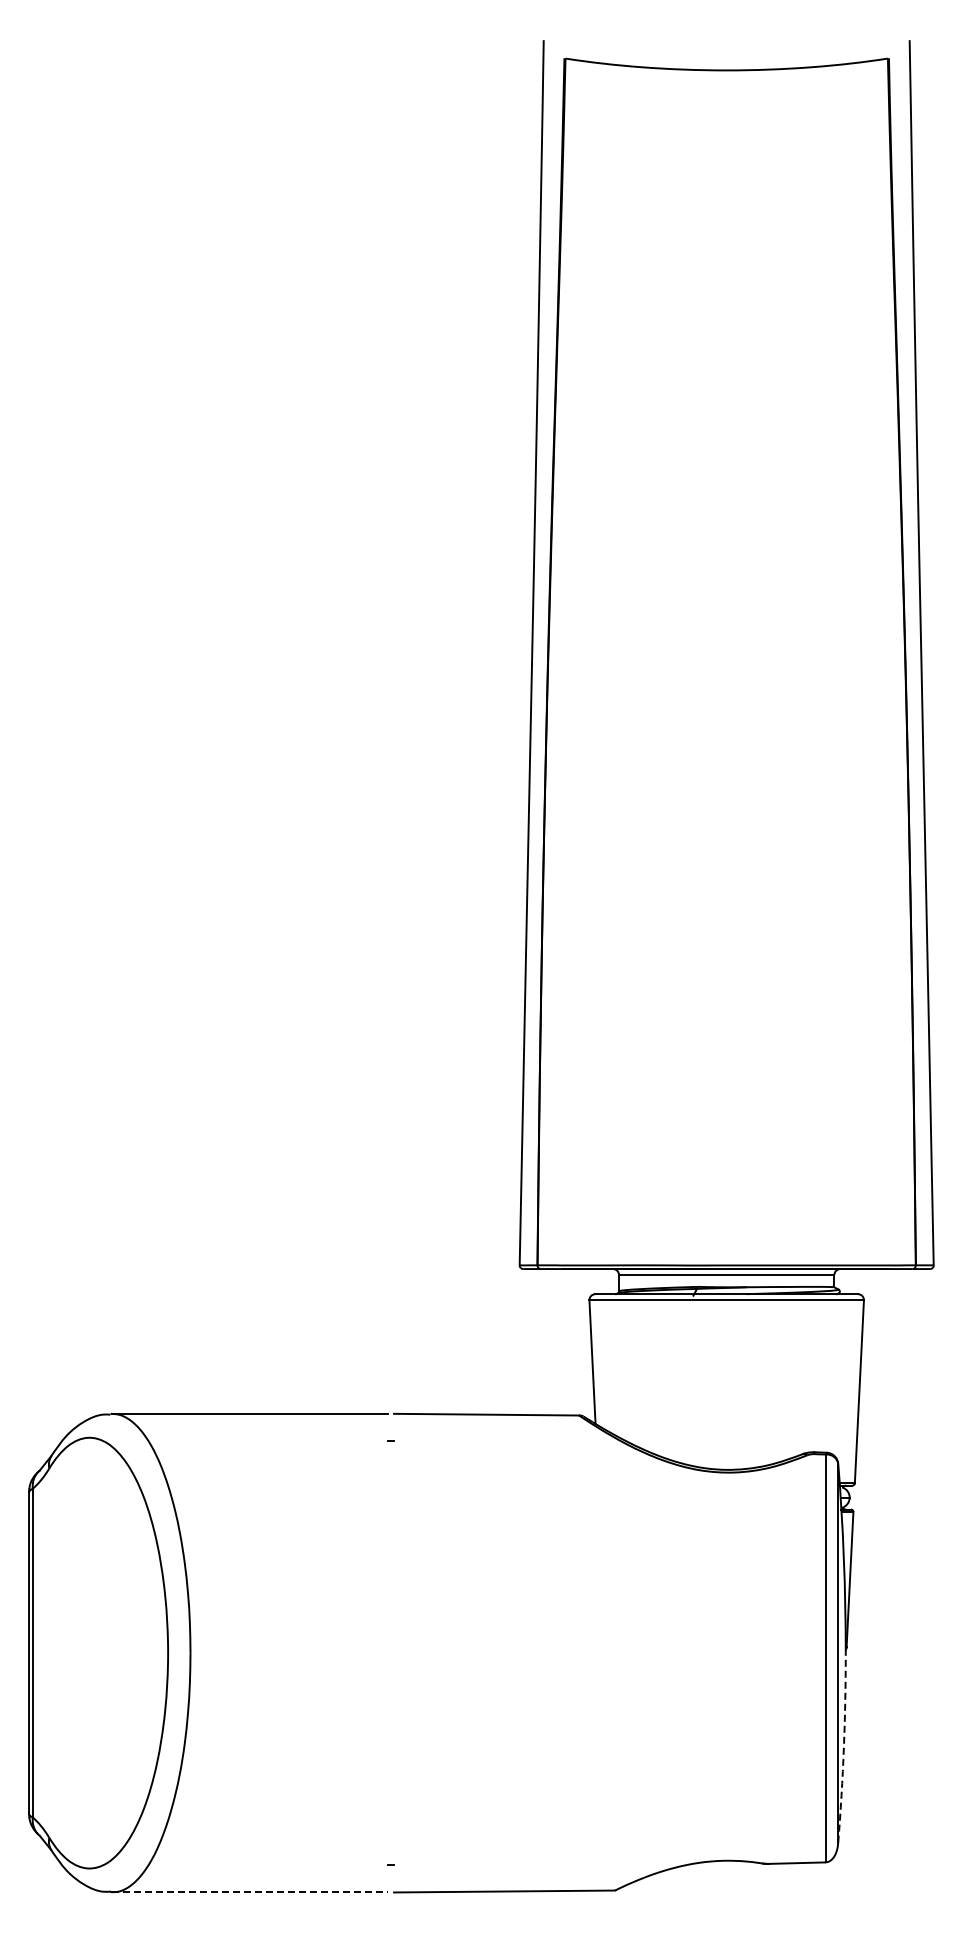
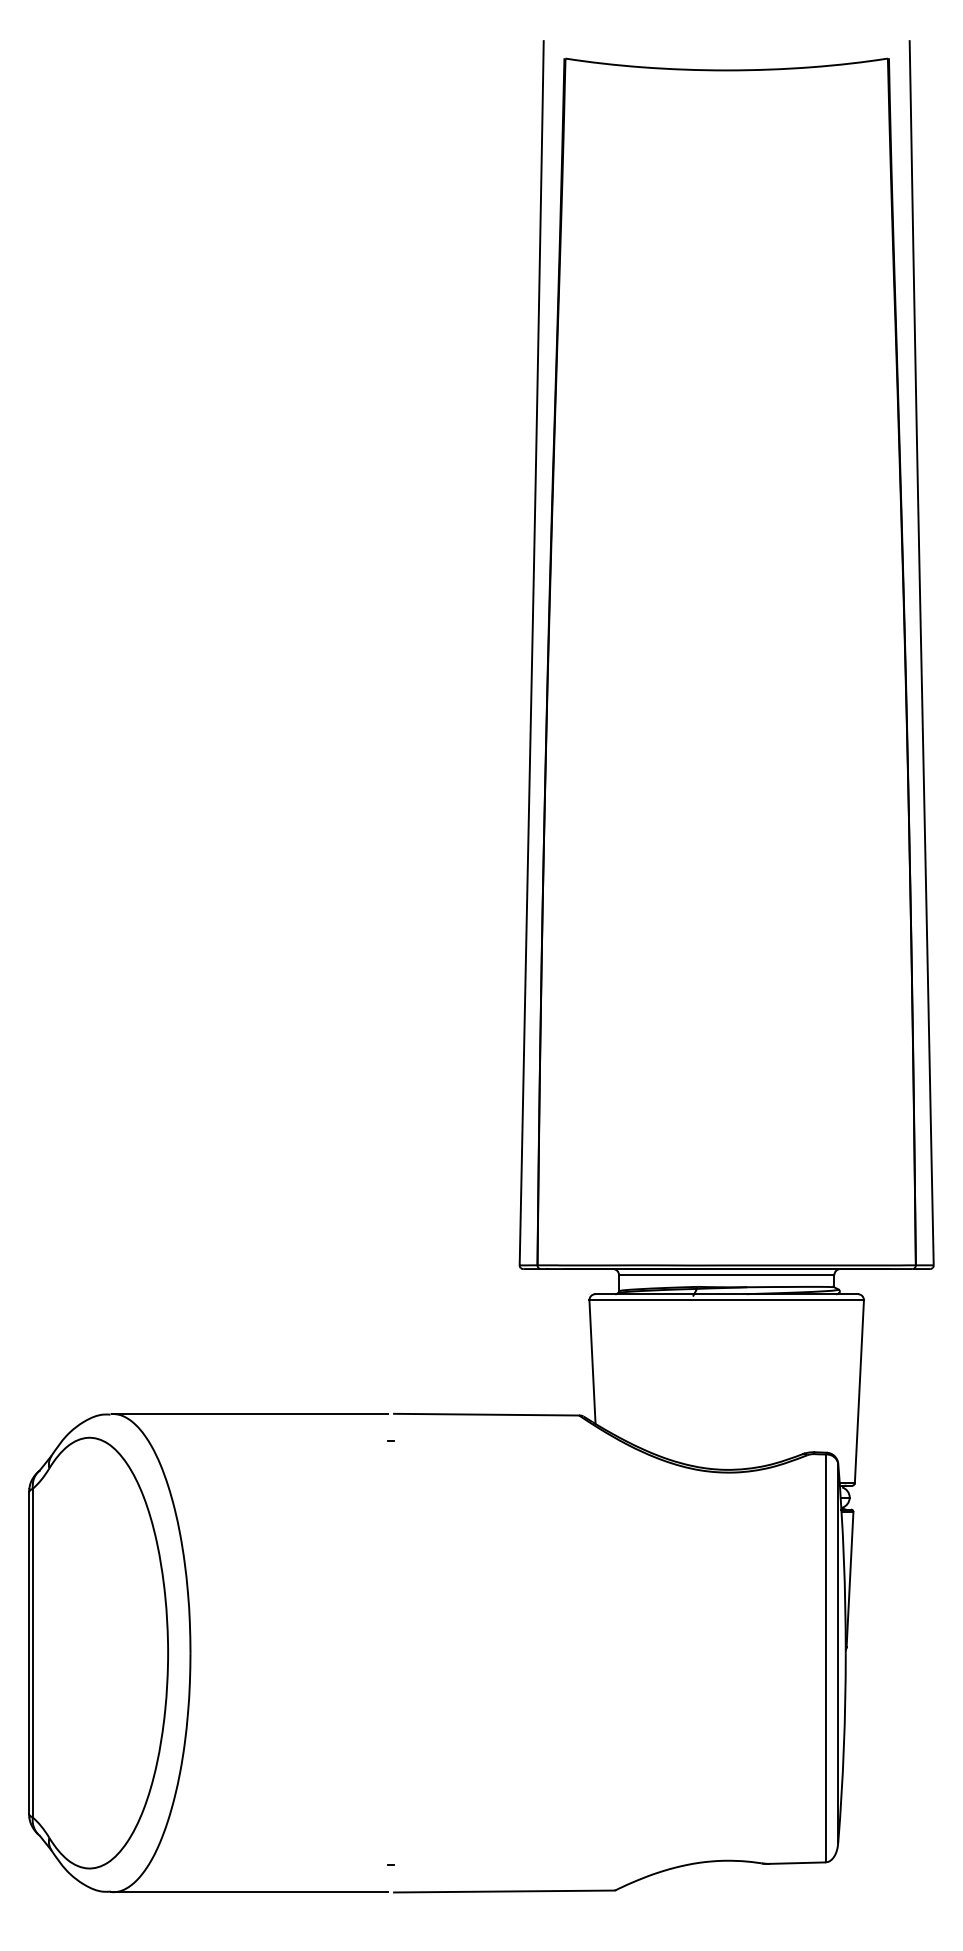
arc at (843, 1747): dashed -> solid
line at (250, 1892): dashed -> solid
